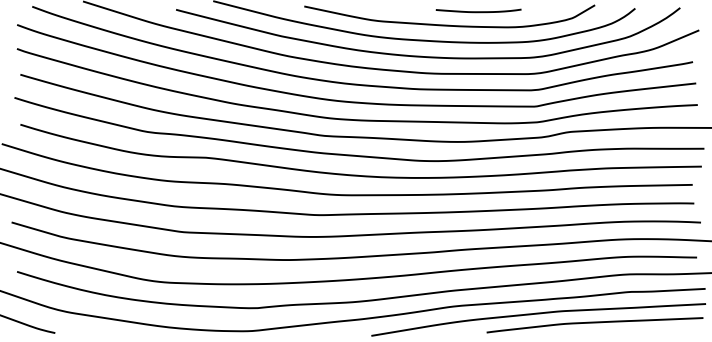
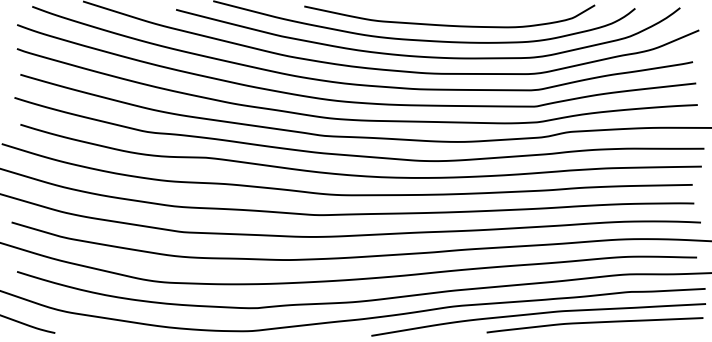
curve at (478, 11): present -> none
